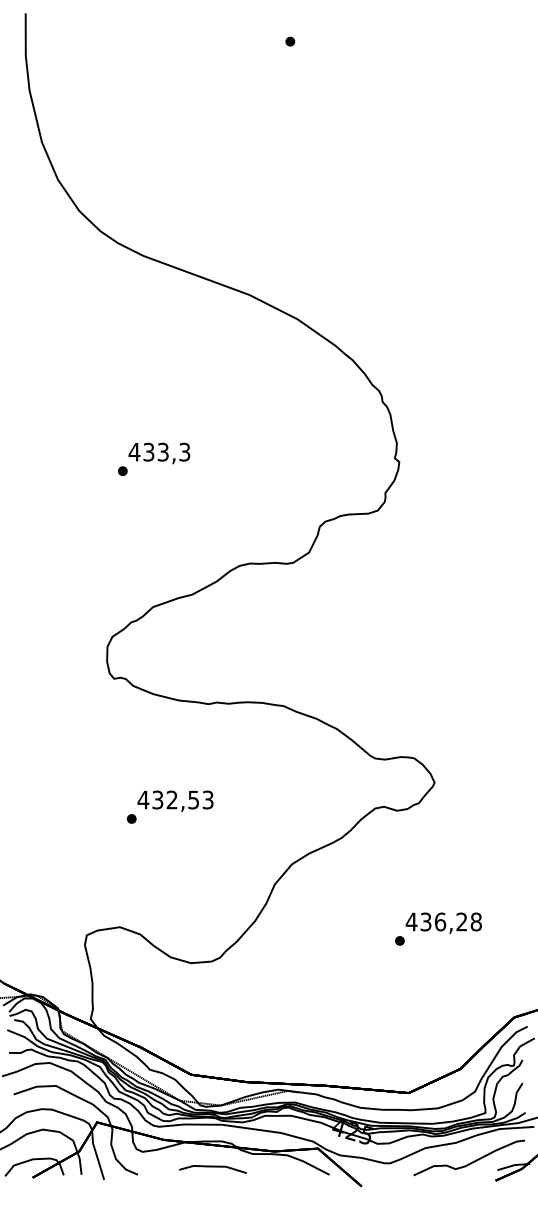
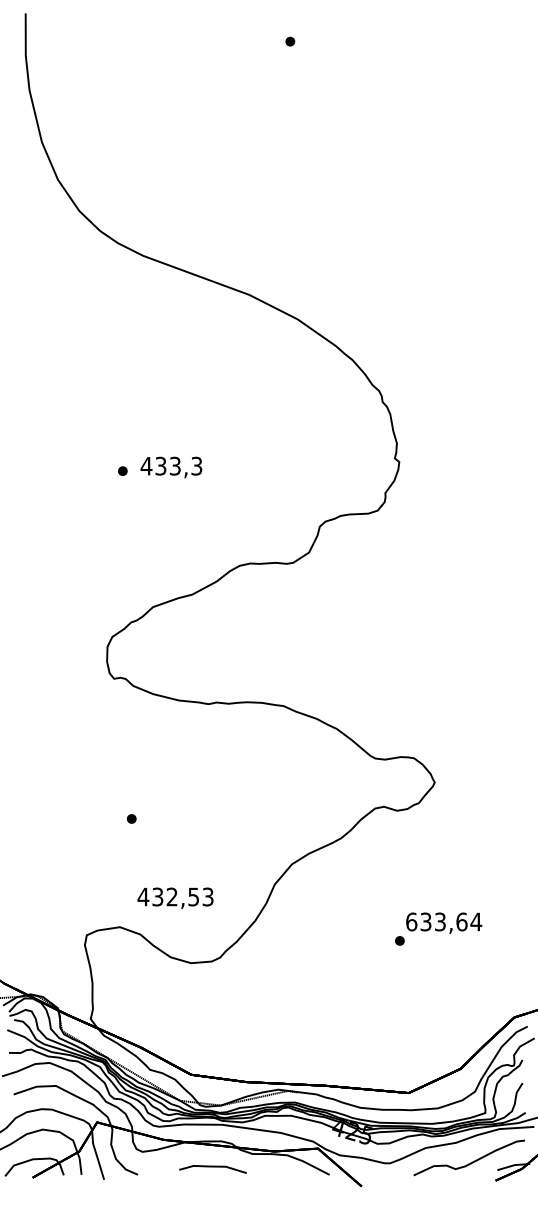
text at (159, 453) position: (159, 453) -> (171, 467)
text at (175, 800) position: (175, 800) -> (175, 897)
text at (443, 921): 436,28 -> 633,64
